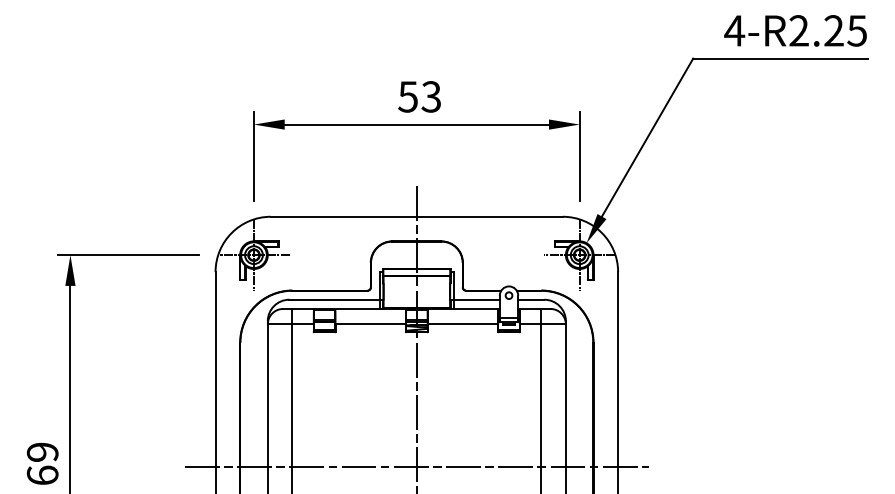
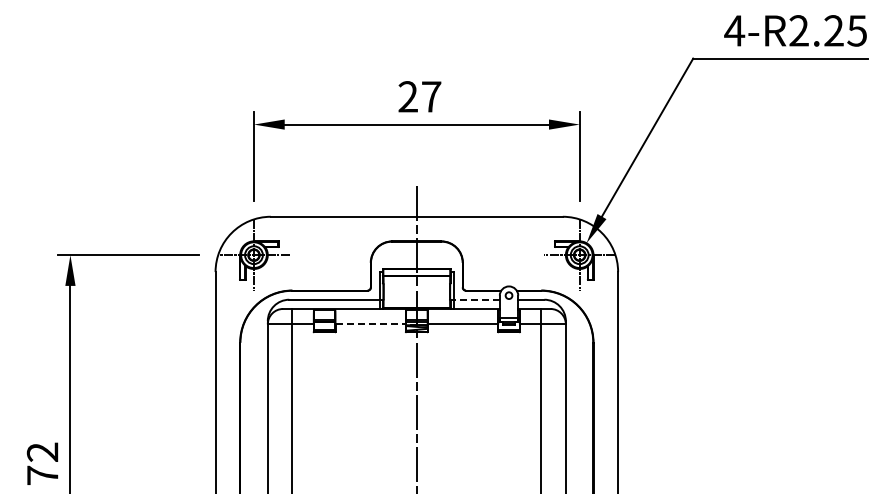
text at (419, 96): 53 -> 27
line at (476, 299): solid -> dashed
line at (371, 324): solid -> dashed
text at (42, 463): 69 -> 72
line at (416, 467): present -> none
